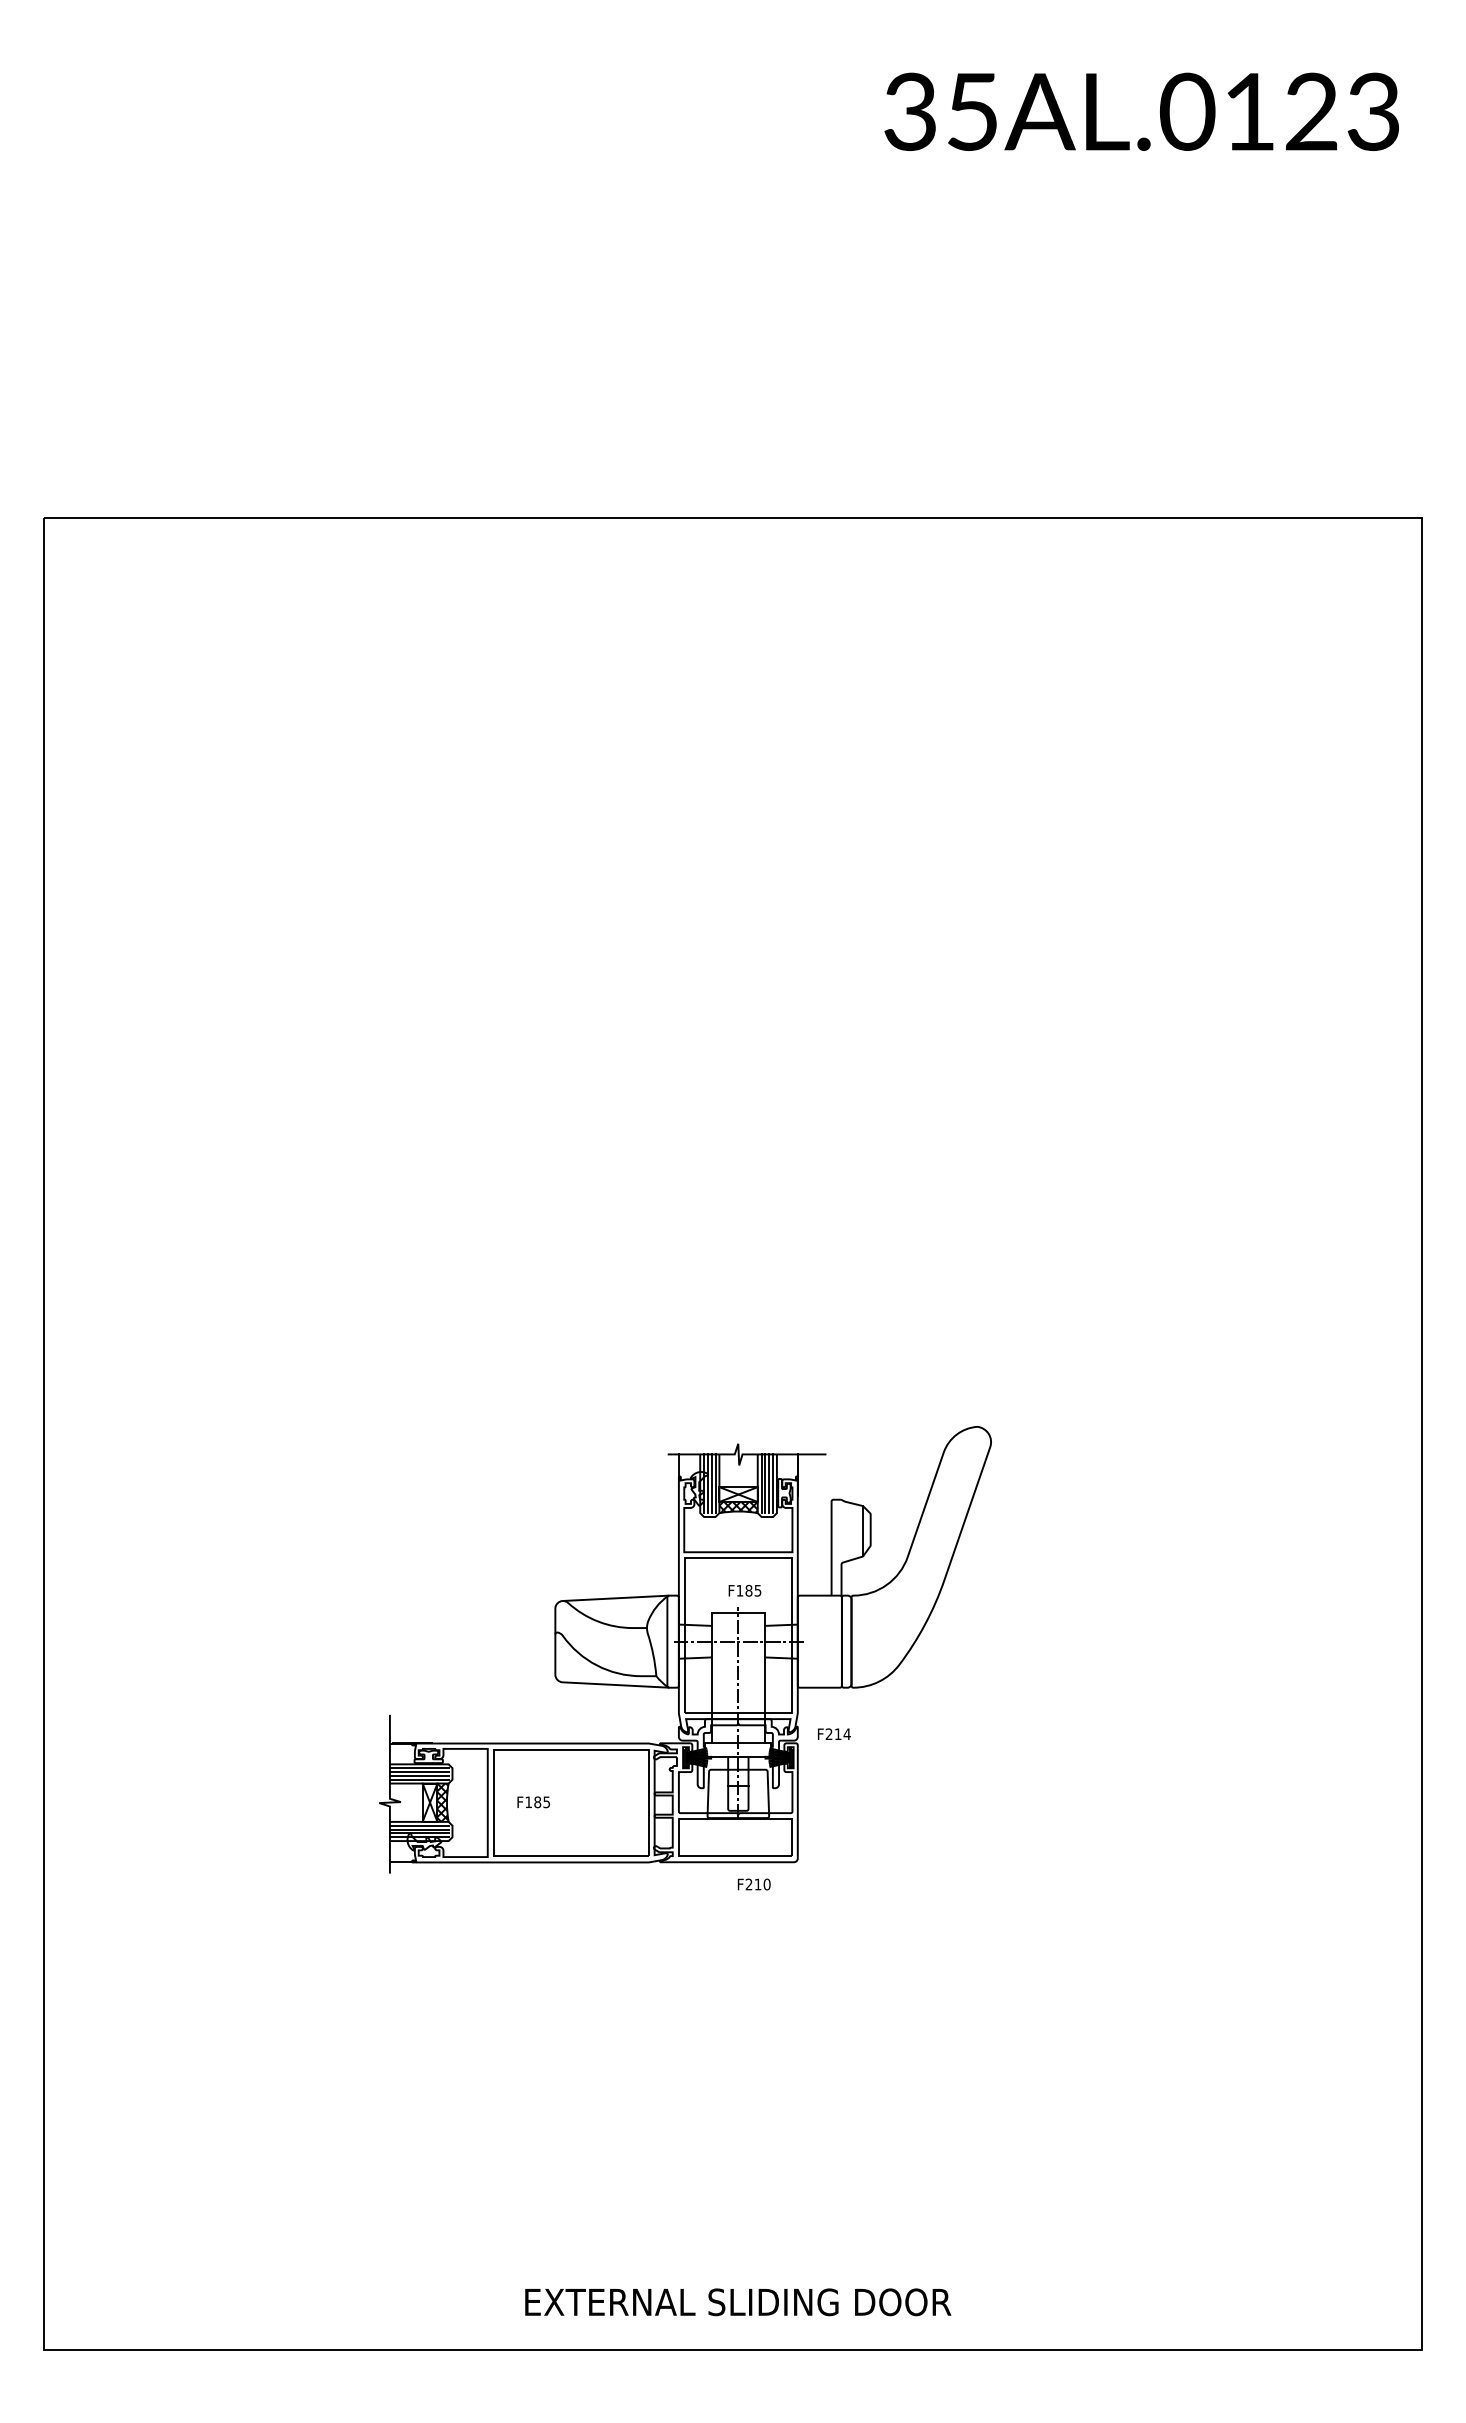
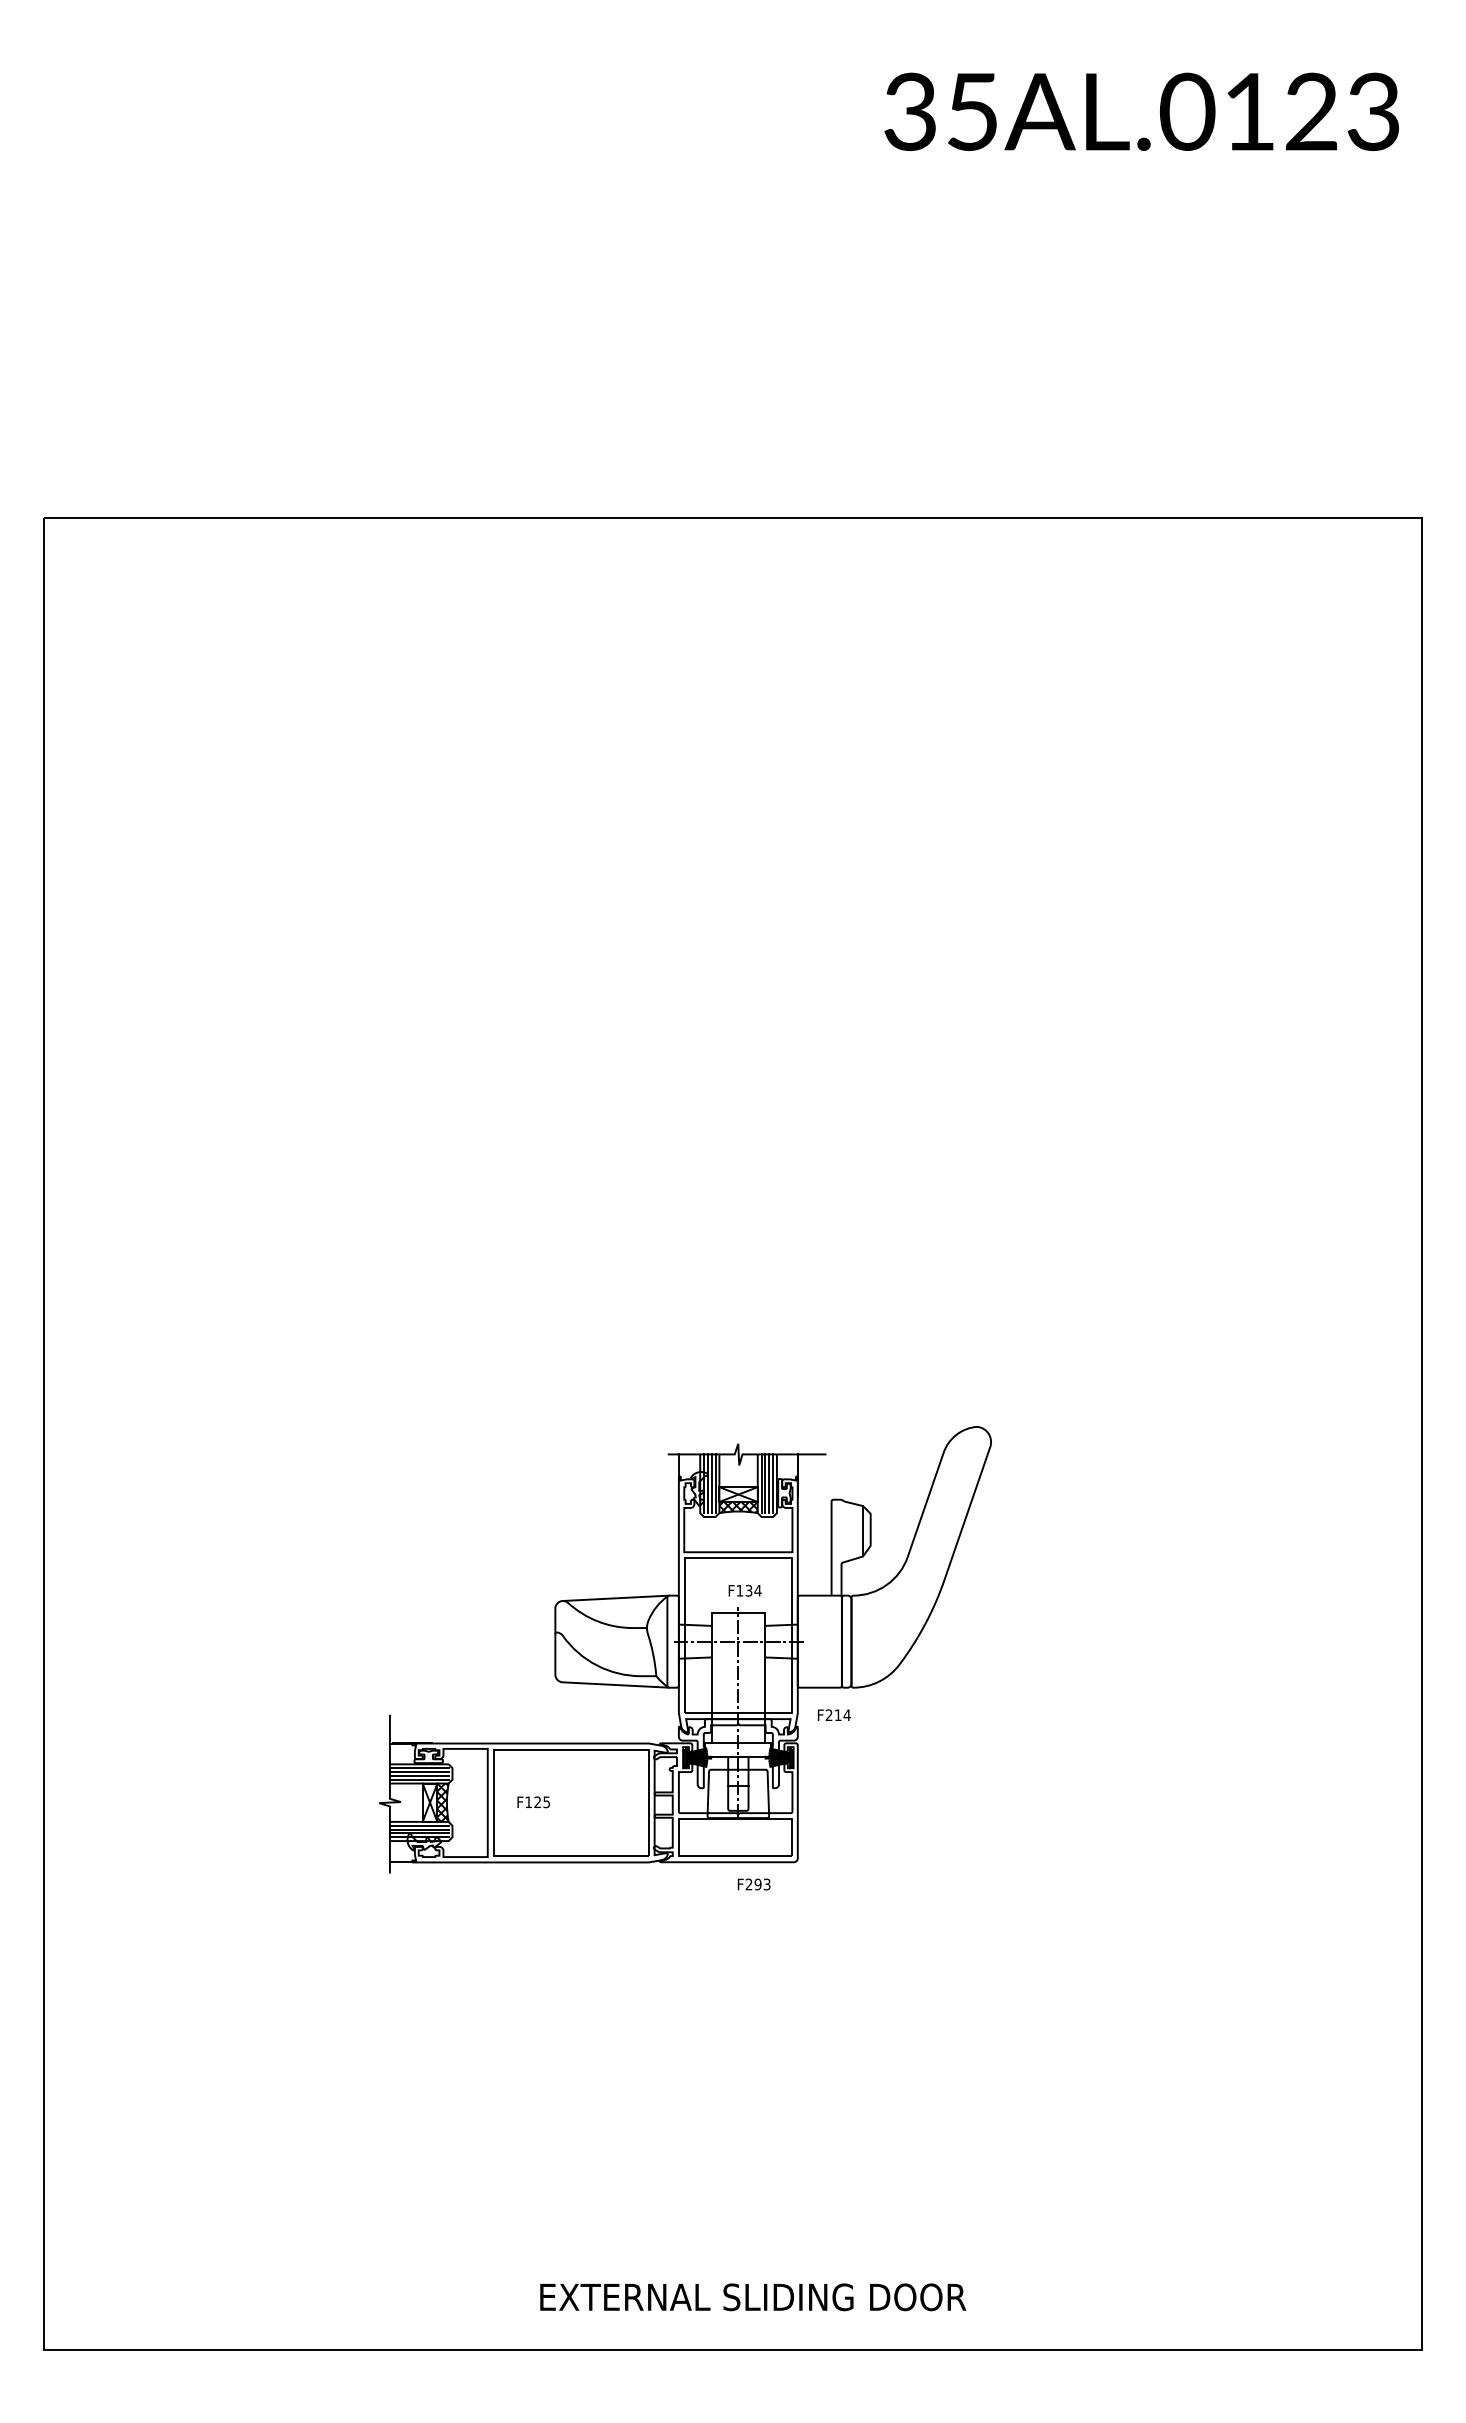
text at (753, 1590): F185 -> F134
text at (834, 1733) position: (834, 1733) -> (834, 1714)
text at (537, 1802): F185 -> F125
text at (762, 1884): F210 -> F293
text at (738, 2302) position: (738, 2302) -> (753, 2297)
